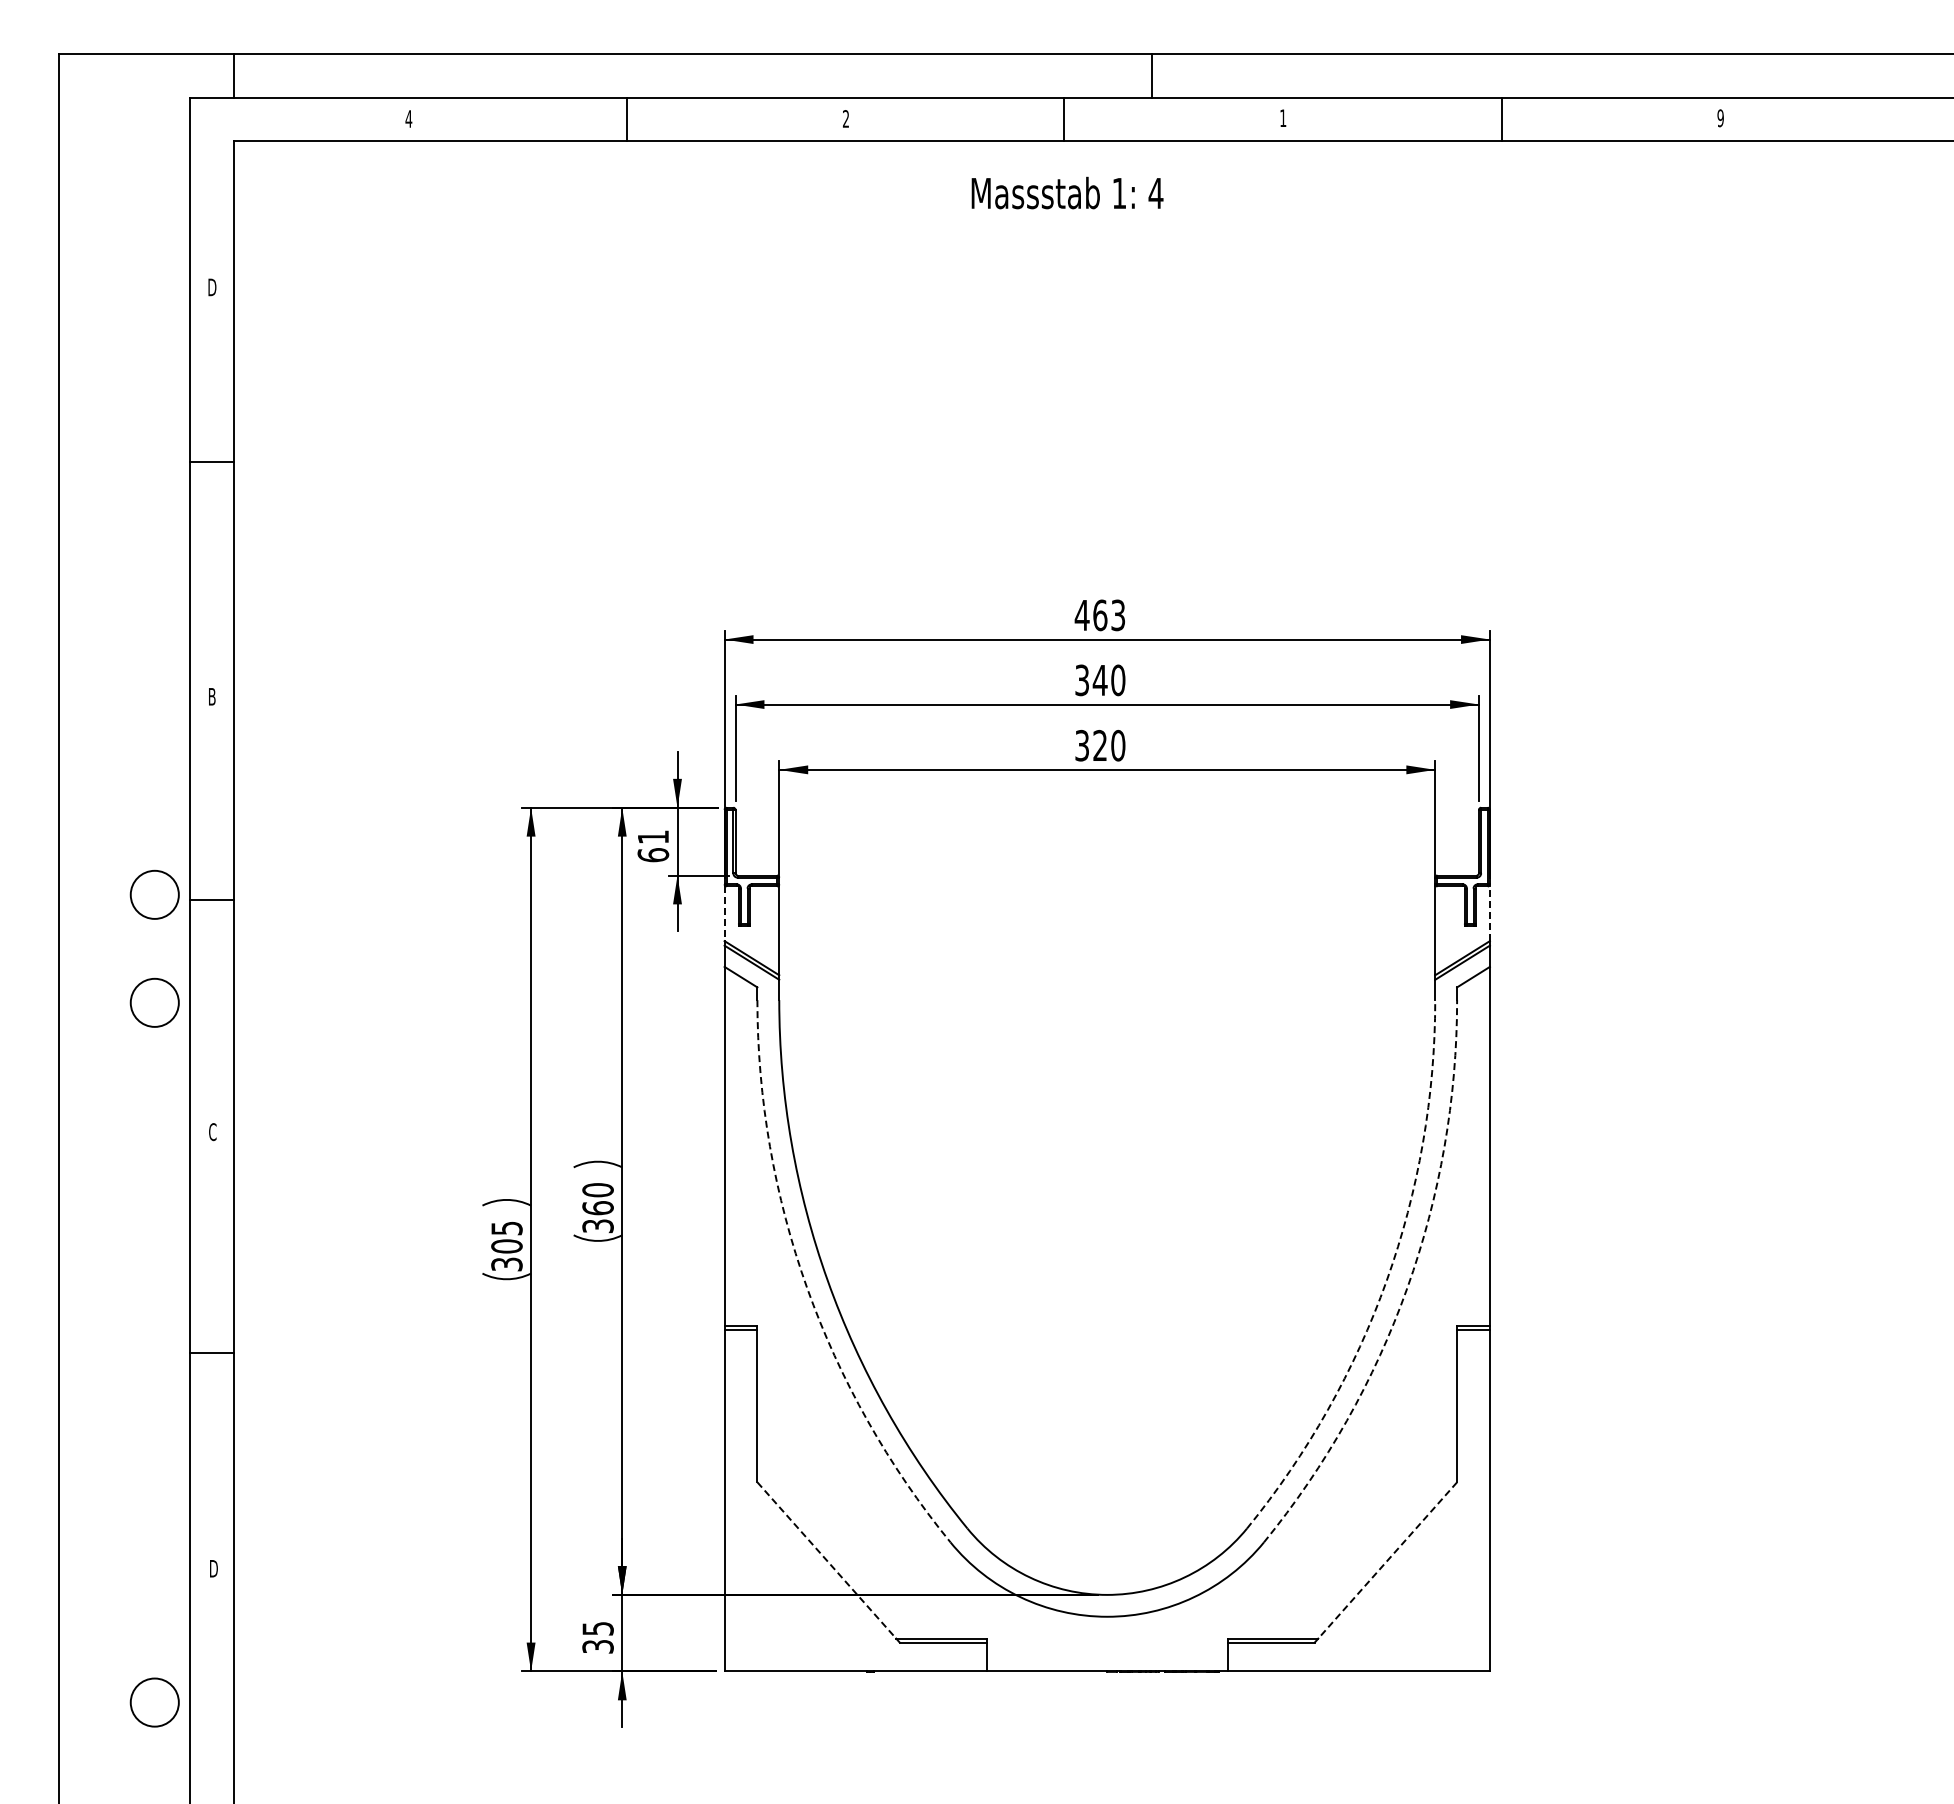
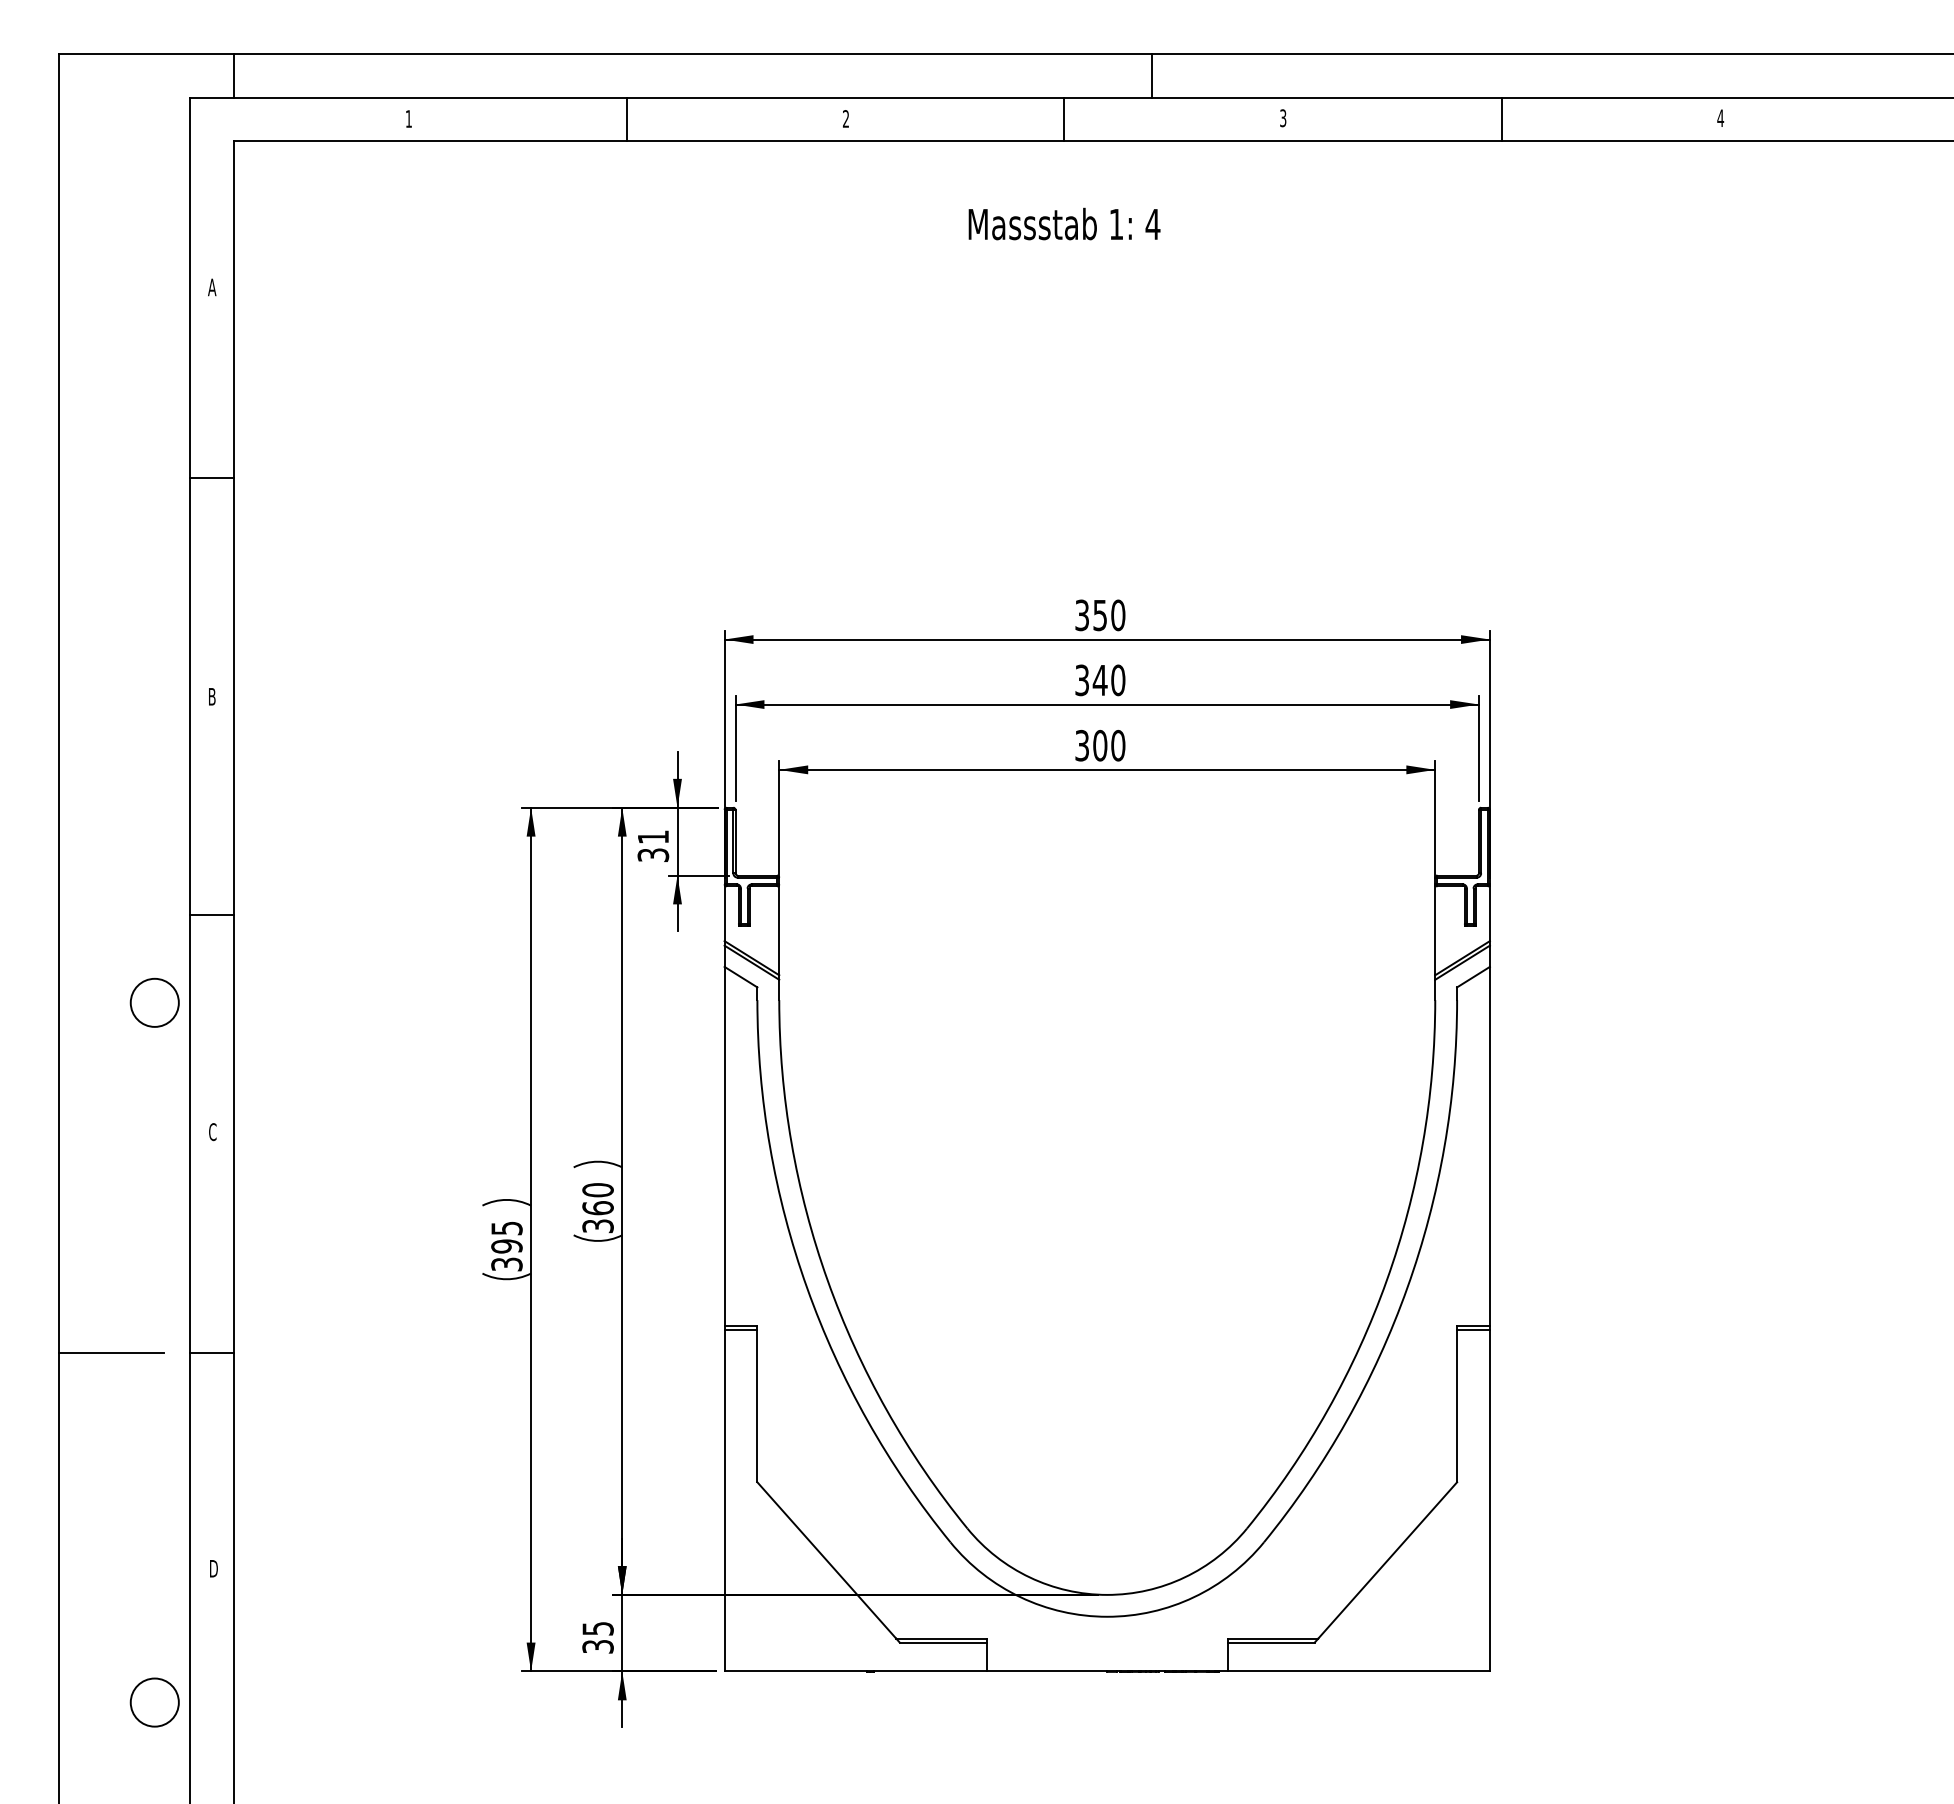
text at (408, 118): 4 -> 1
text at (1283, 118): 1 -> 3
text at (1720, 118): 9 -> 4
text at (1067, 192) position: (1067, 192) -> (1064, 223)
text at (212, 287): D -> A
line at (211, 462) position: (211, 462) -> (211, 478)
text at (1099, 615): 463 -> 350
text at (1100, 745): 320 -> 300
text at (653, 855): 61 -> 31
circle at (154, 894): present -> none
line at (211, 900) position: (211, 900) -> (211, 915)
line at (1489, 913): dashed -> solid
line at (724, 914): dashed -> solid
text at (506, 1246): 305 -> 395
arc at (1386, 1280): dashed -> solid
arc at (807, 1287): dashed -> solid
arc at (1407, 1287): dashed -> solid
line at (110, 1352): none -> present
line at (826, 1560): dashed -> solid
line at (1387, 1560): dashed -> solid
